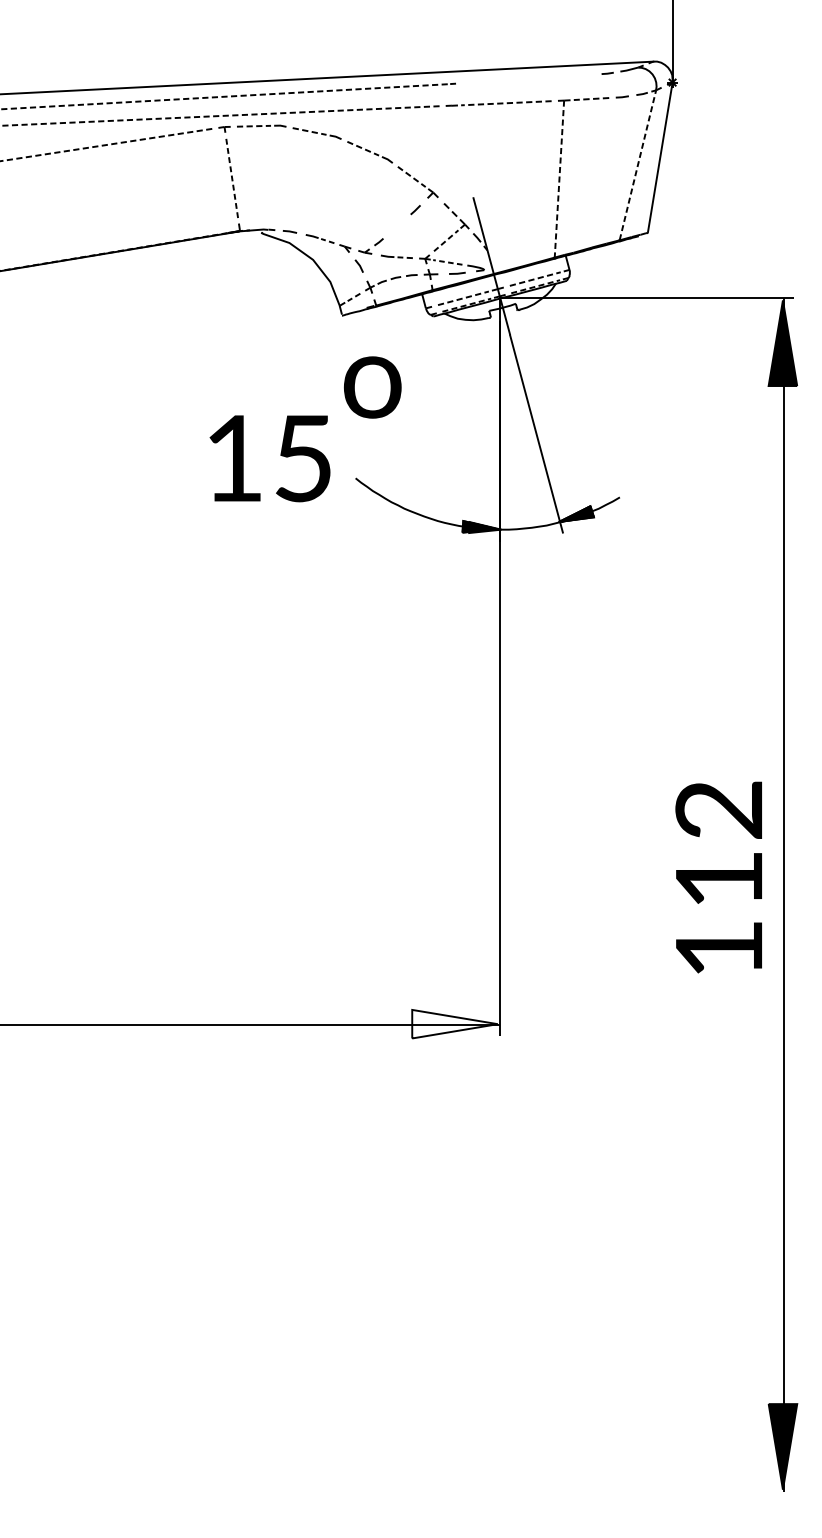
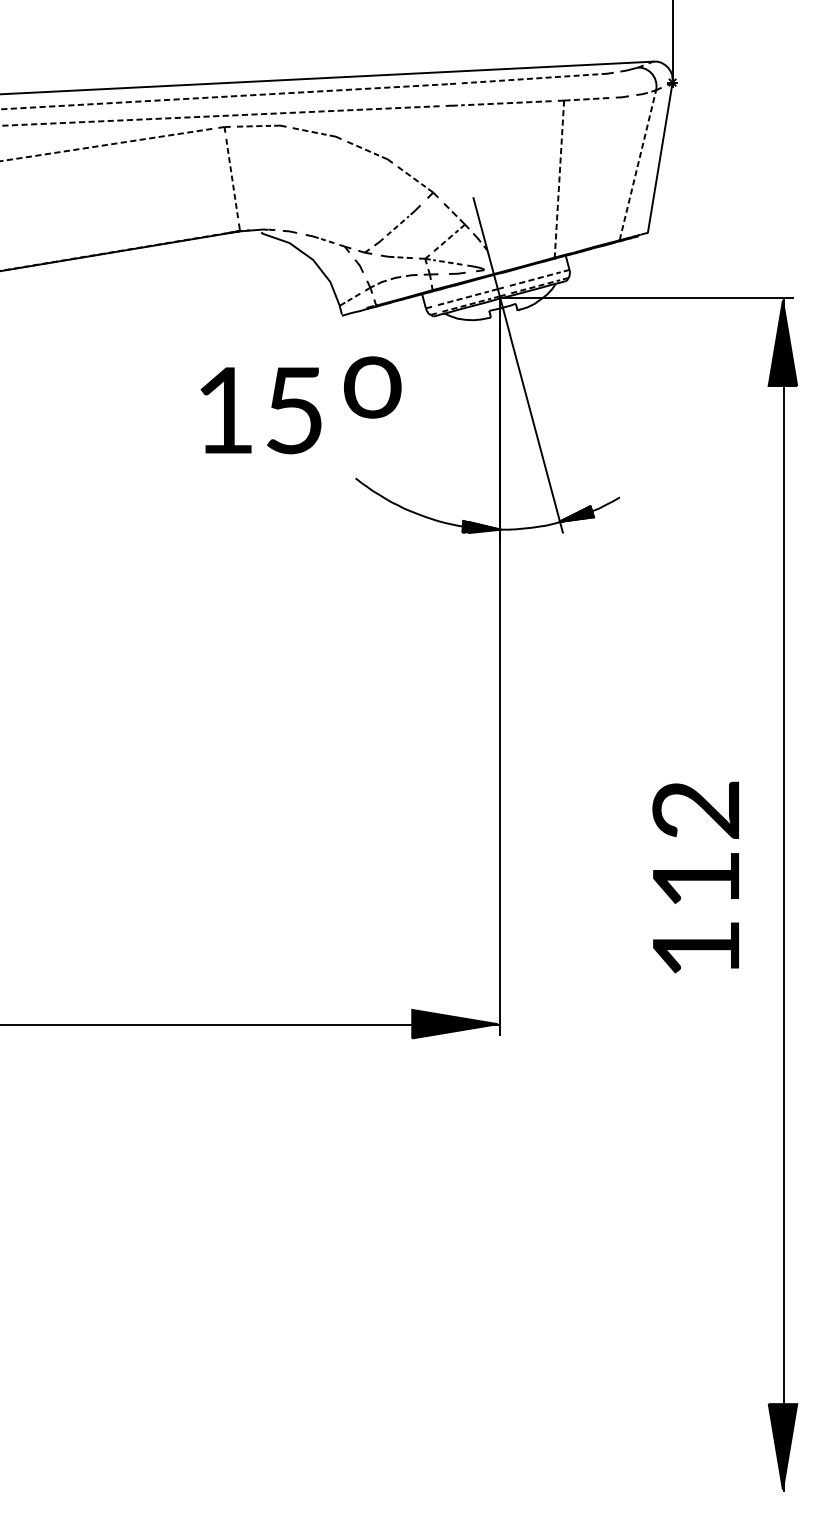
line at (529, 78): none -> present
line at (397, 225): none -> present
text at (269, 458) position: (269, 458) -> (260, 410)
text at (718, 877) position: (718, 877) -> (695, 877)
fill at (454, 1023): none -> present
